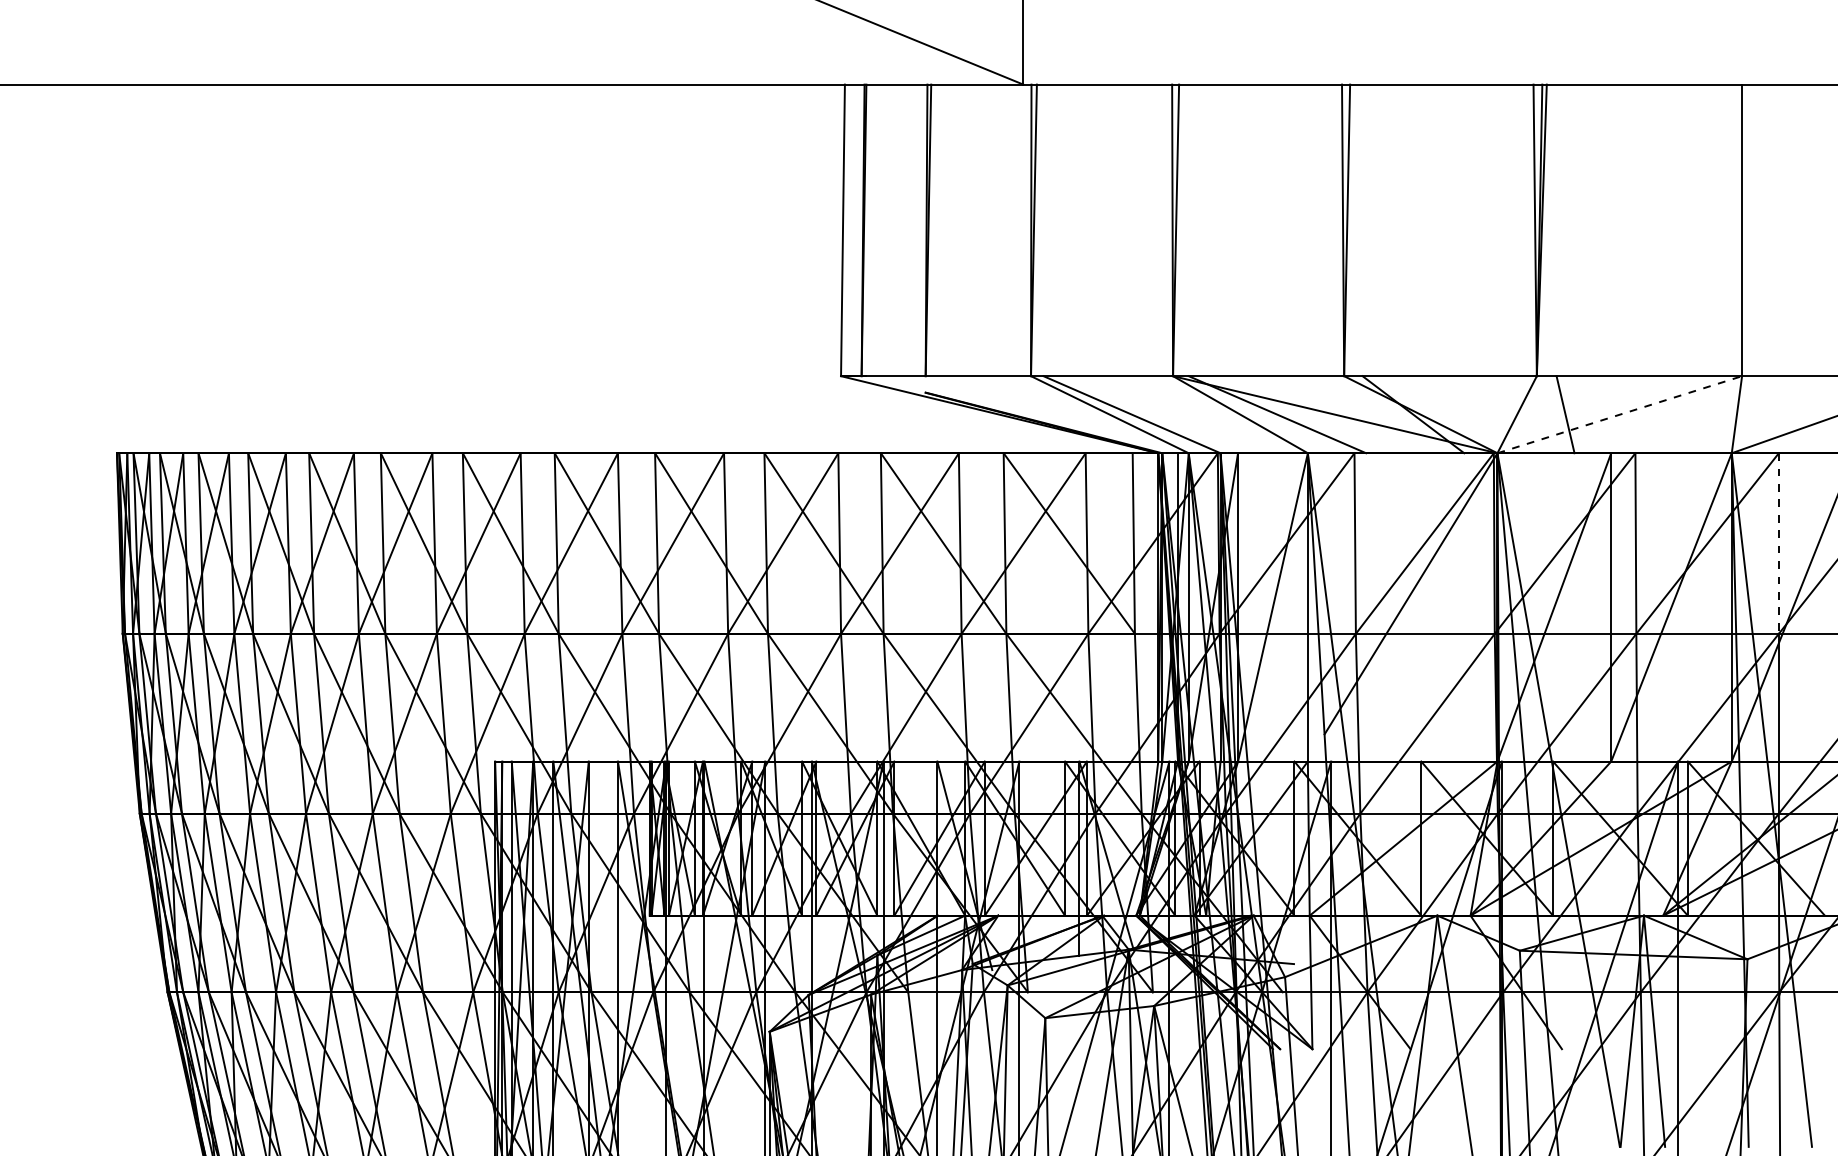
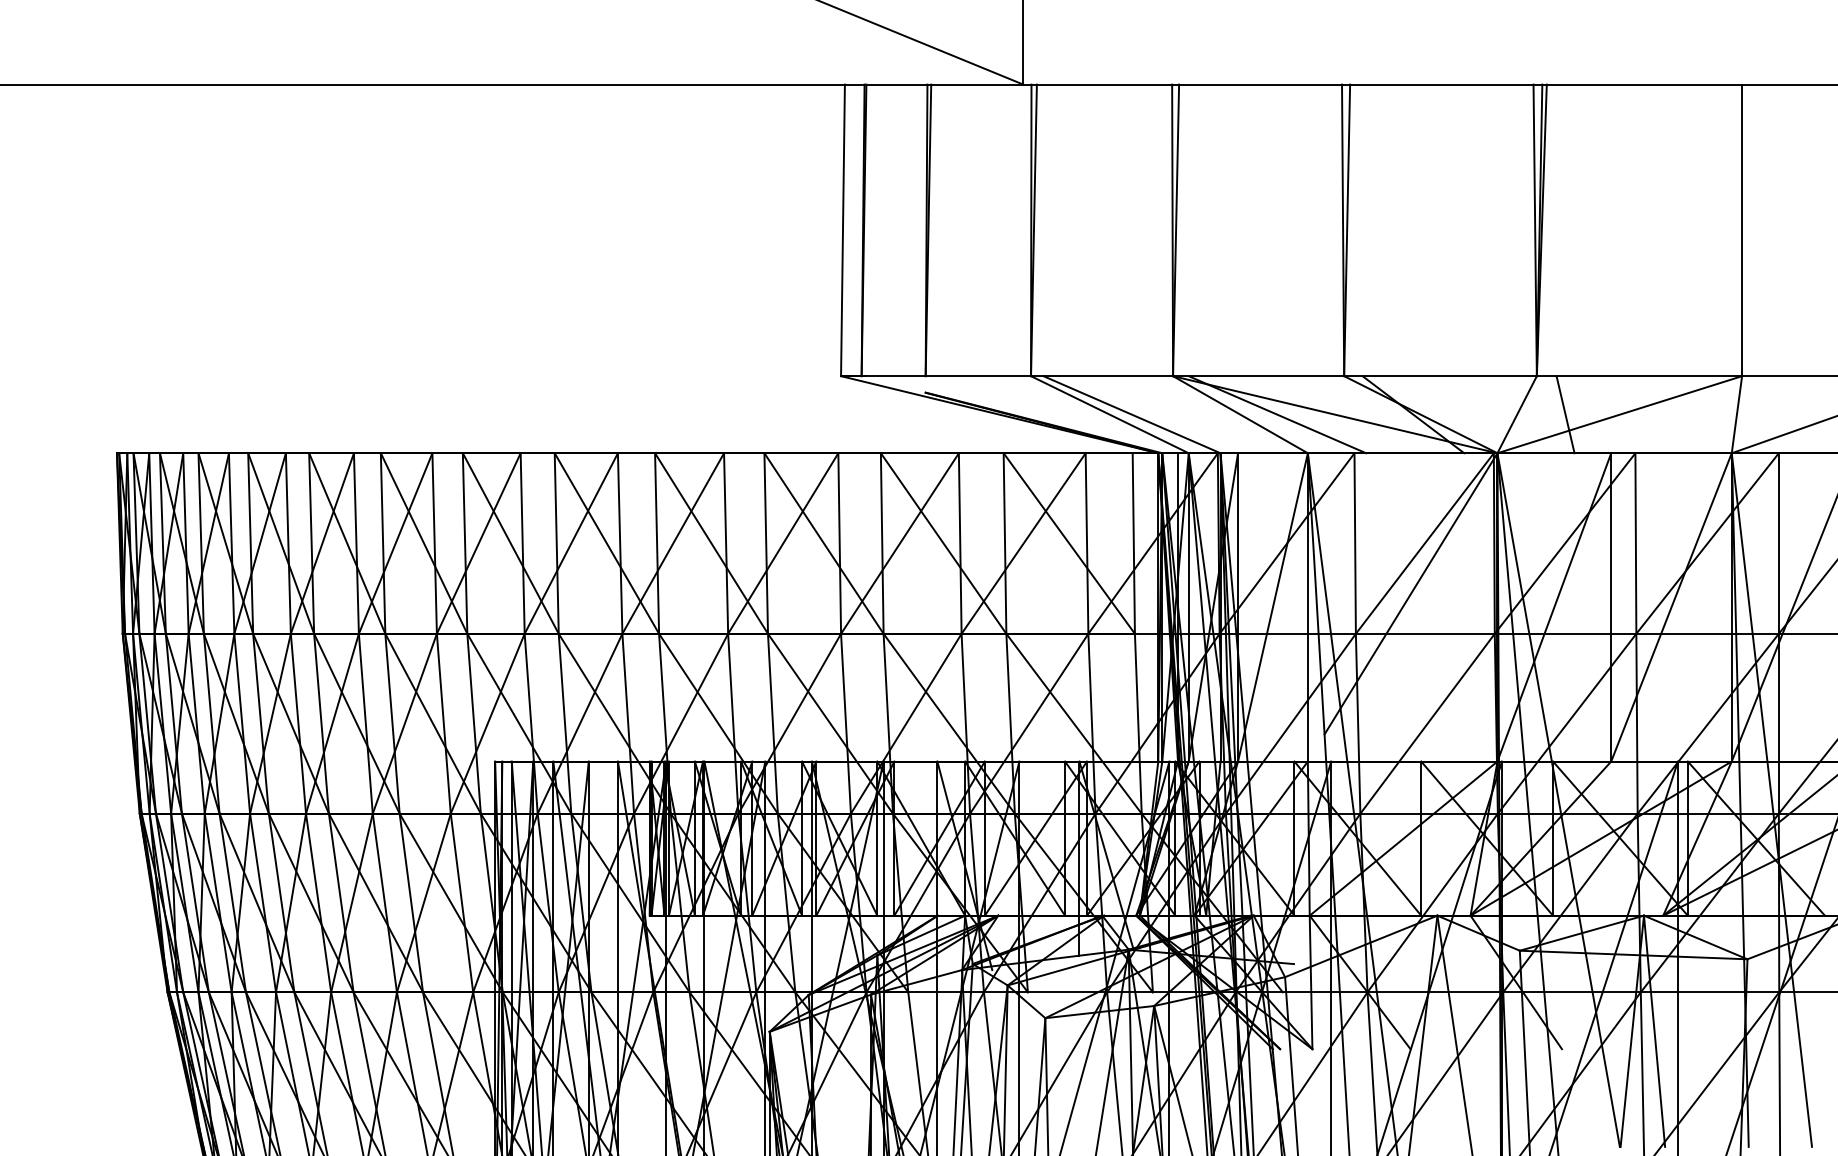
line at (1620, 414): dashed -> solid
line at (1778, 544): dashed -> solid
